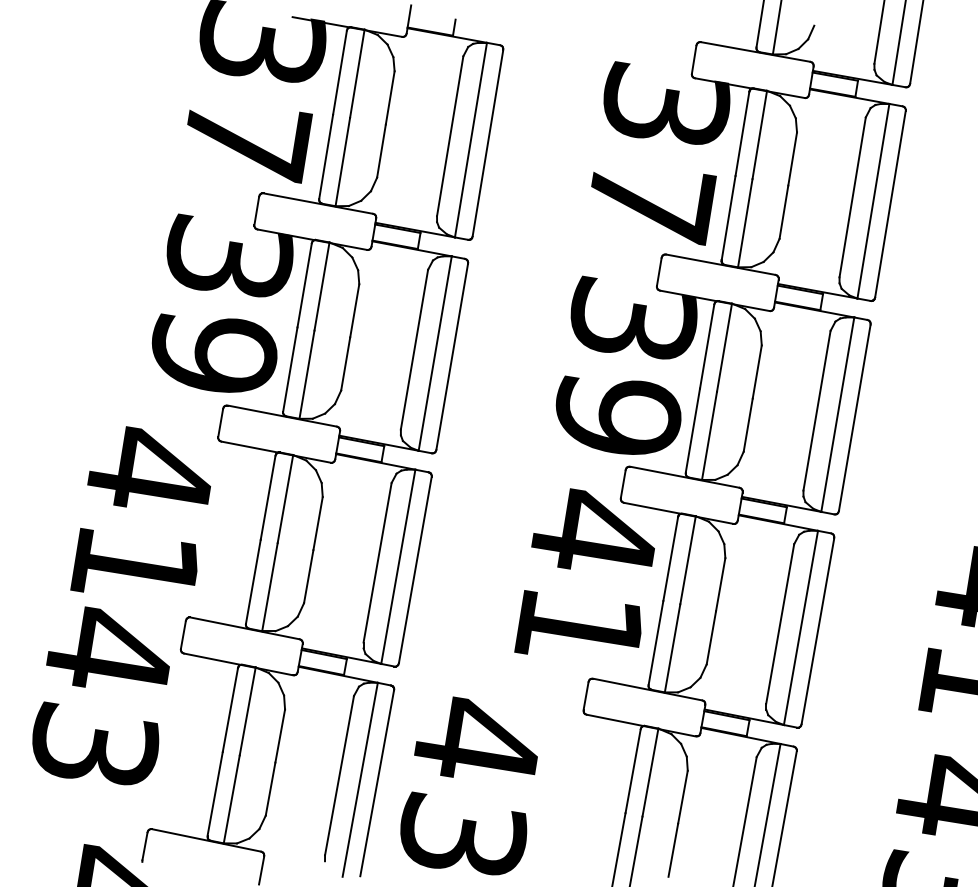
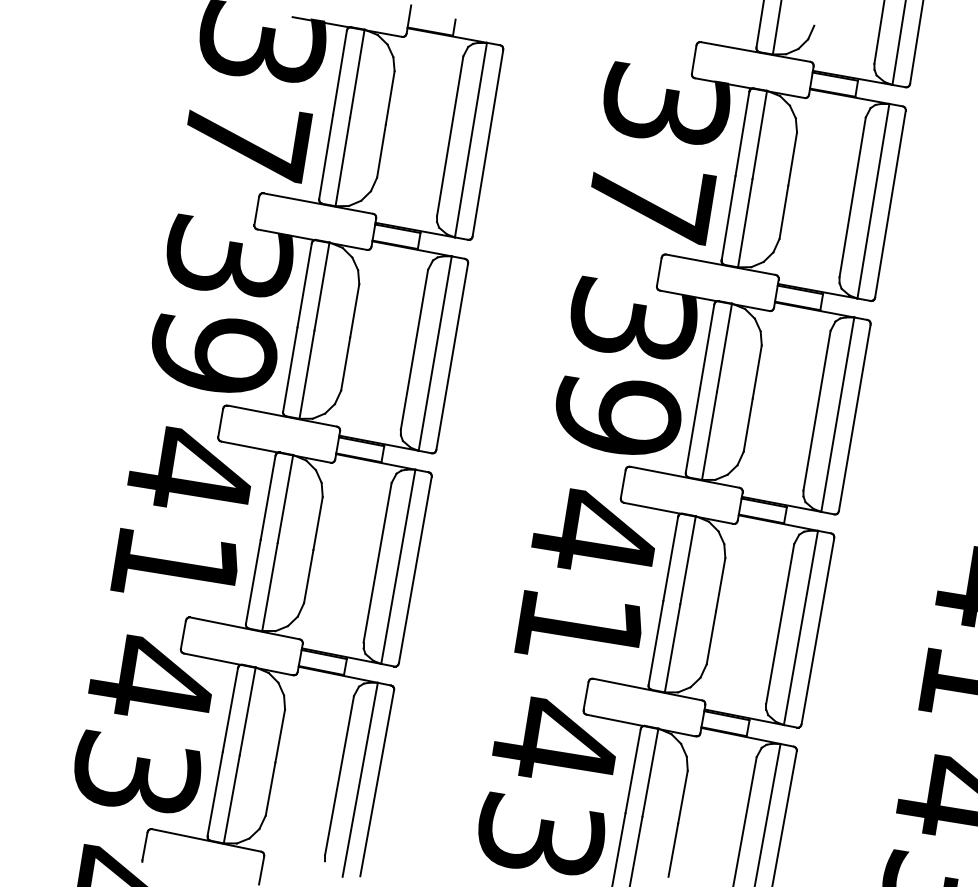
text at (140, 509) position: (140, 509) -> (180, 509)
text at (100, 695) position: (100, 695) -> (142, 723)
text at (468, 785) position: (468, 785) -> (546, 785)
